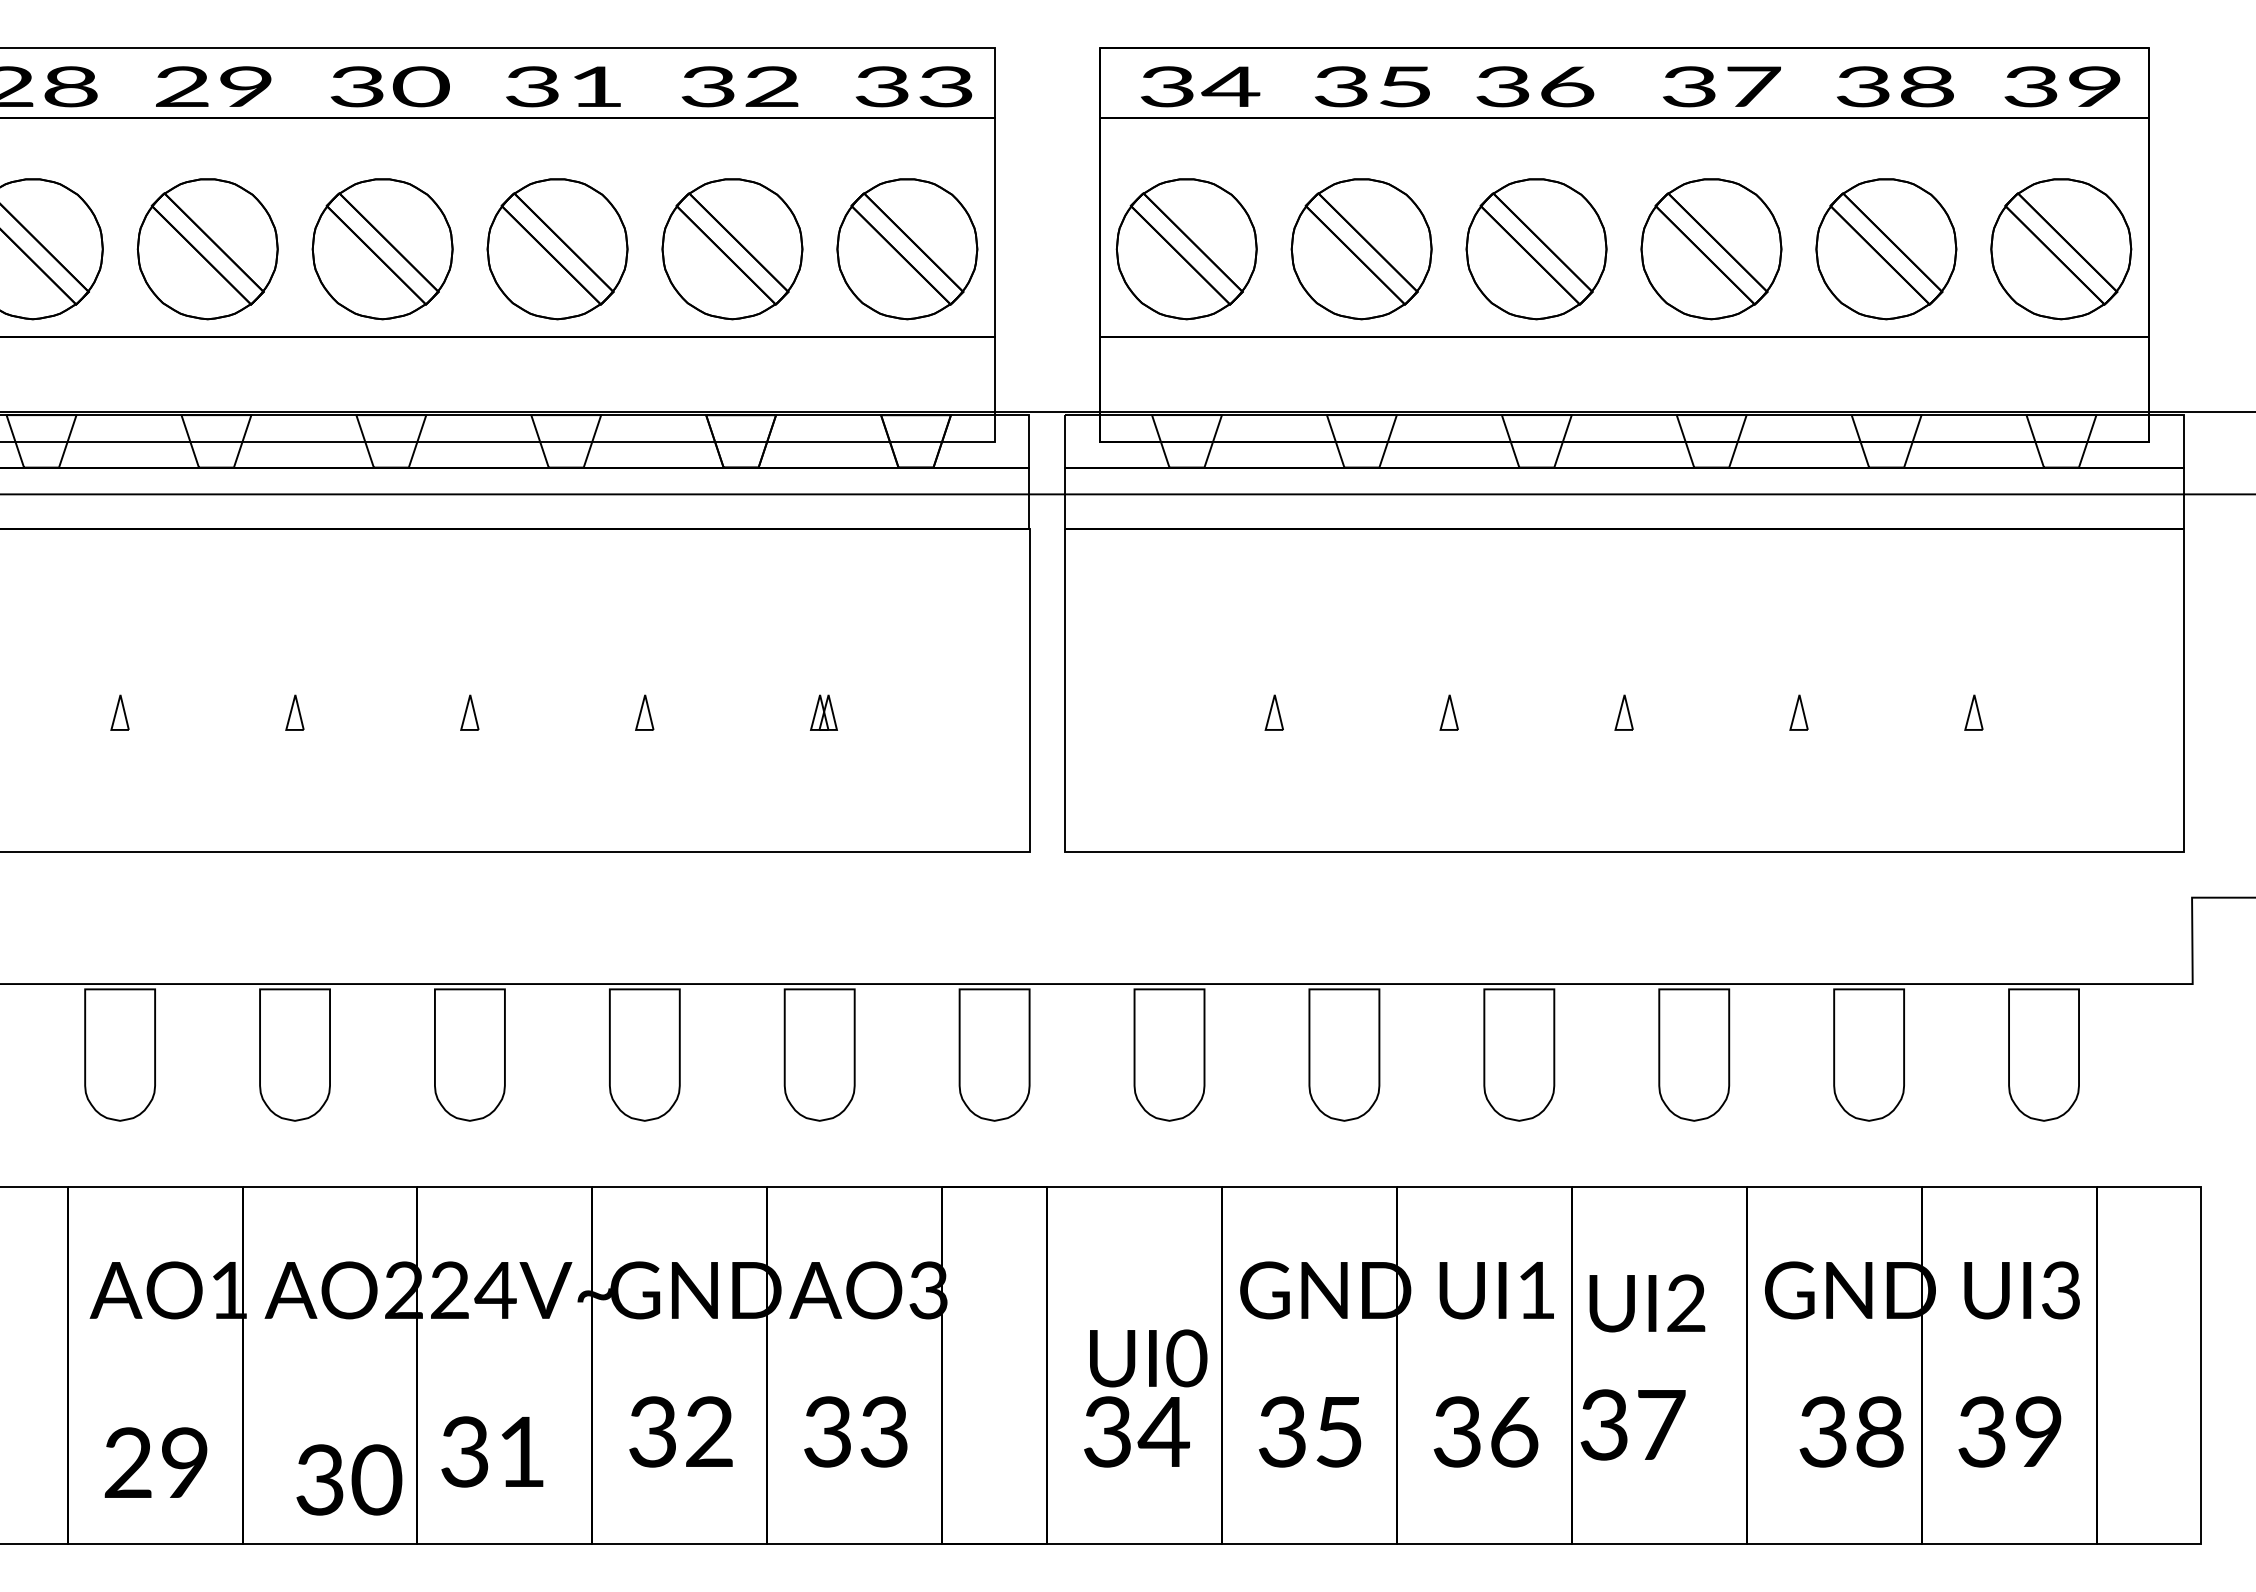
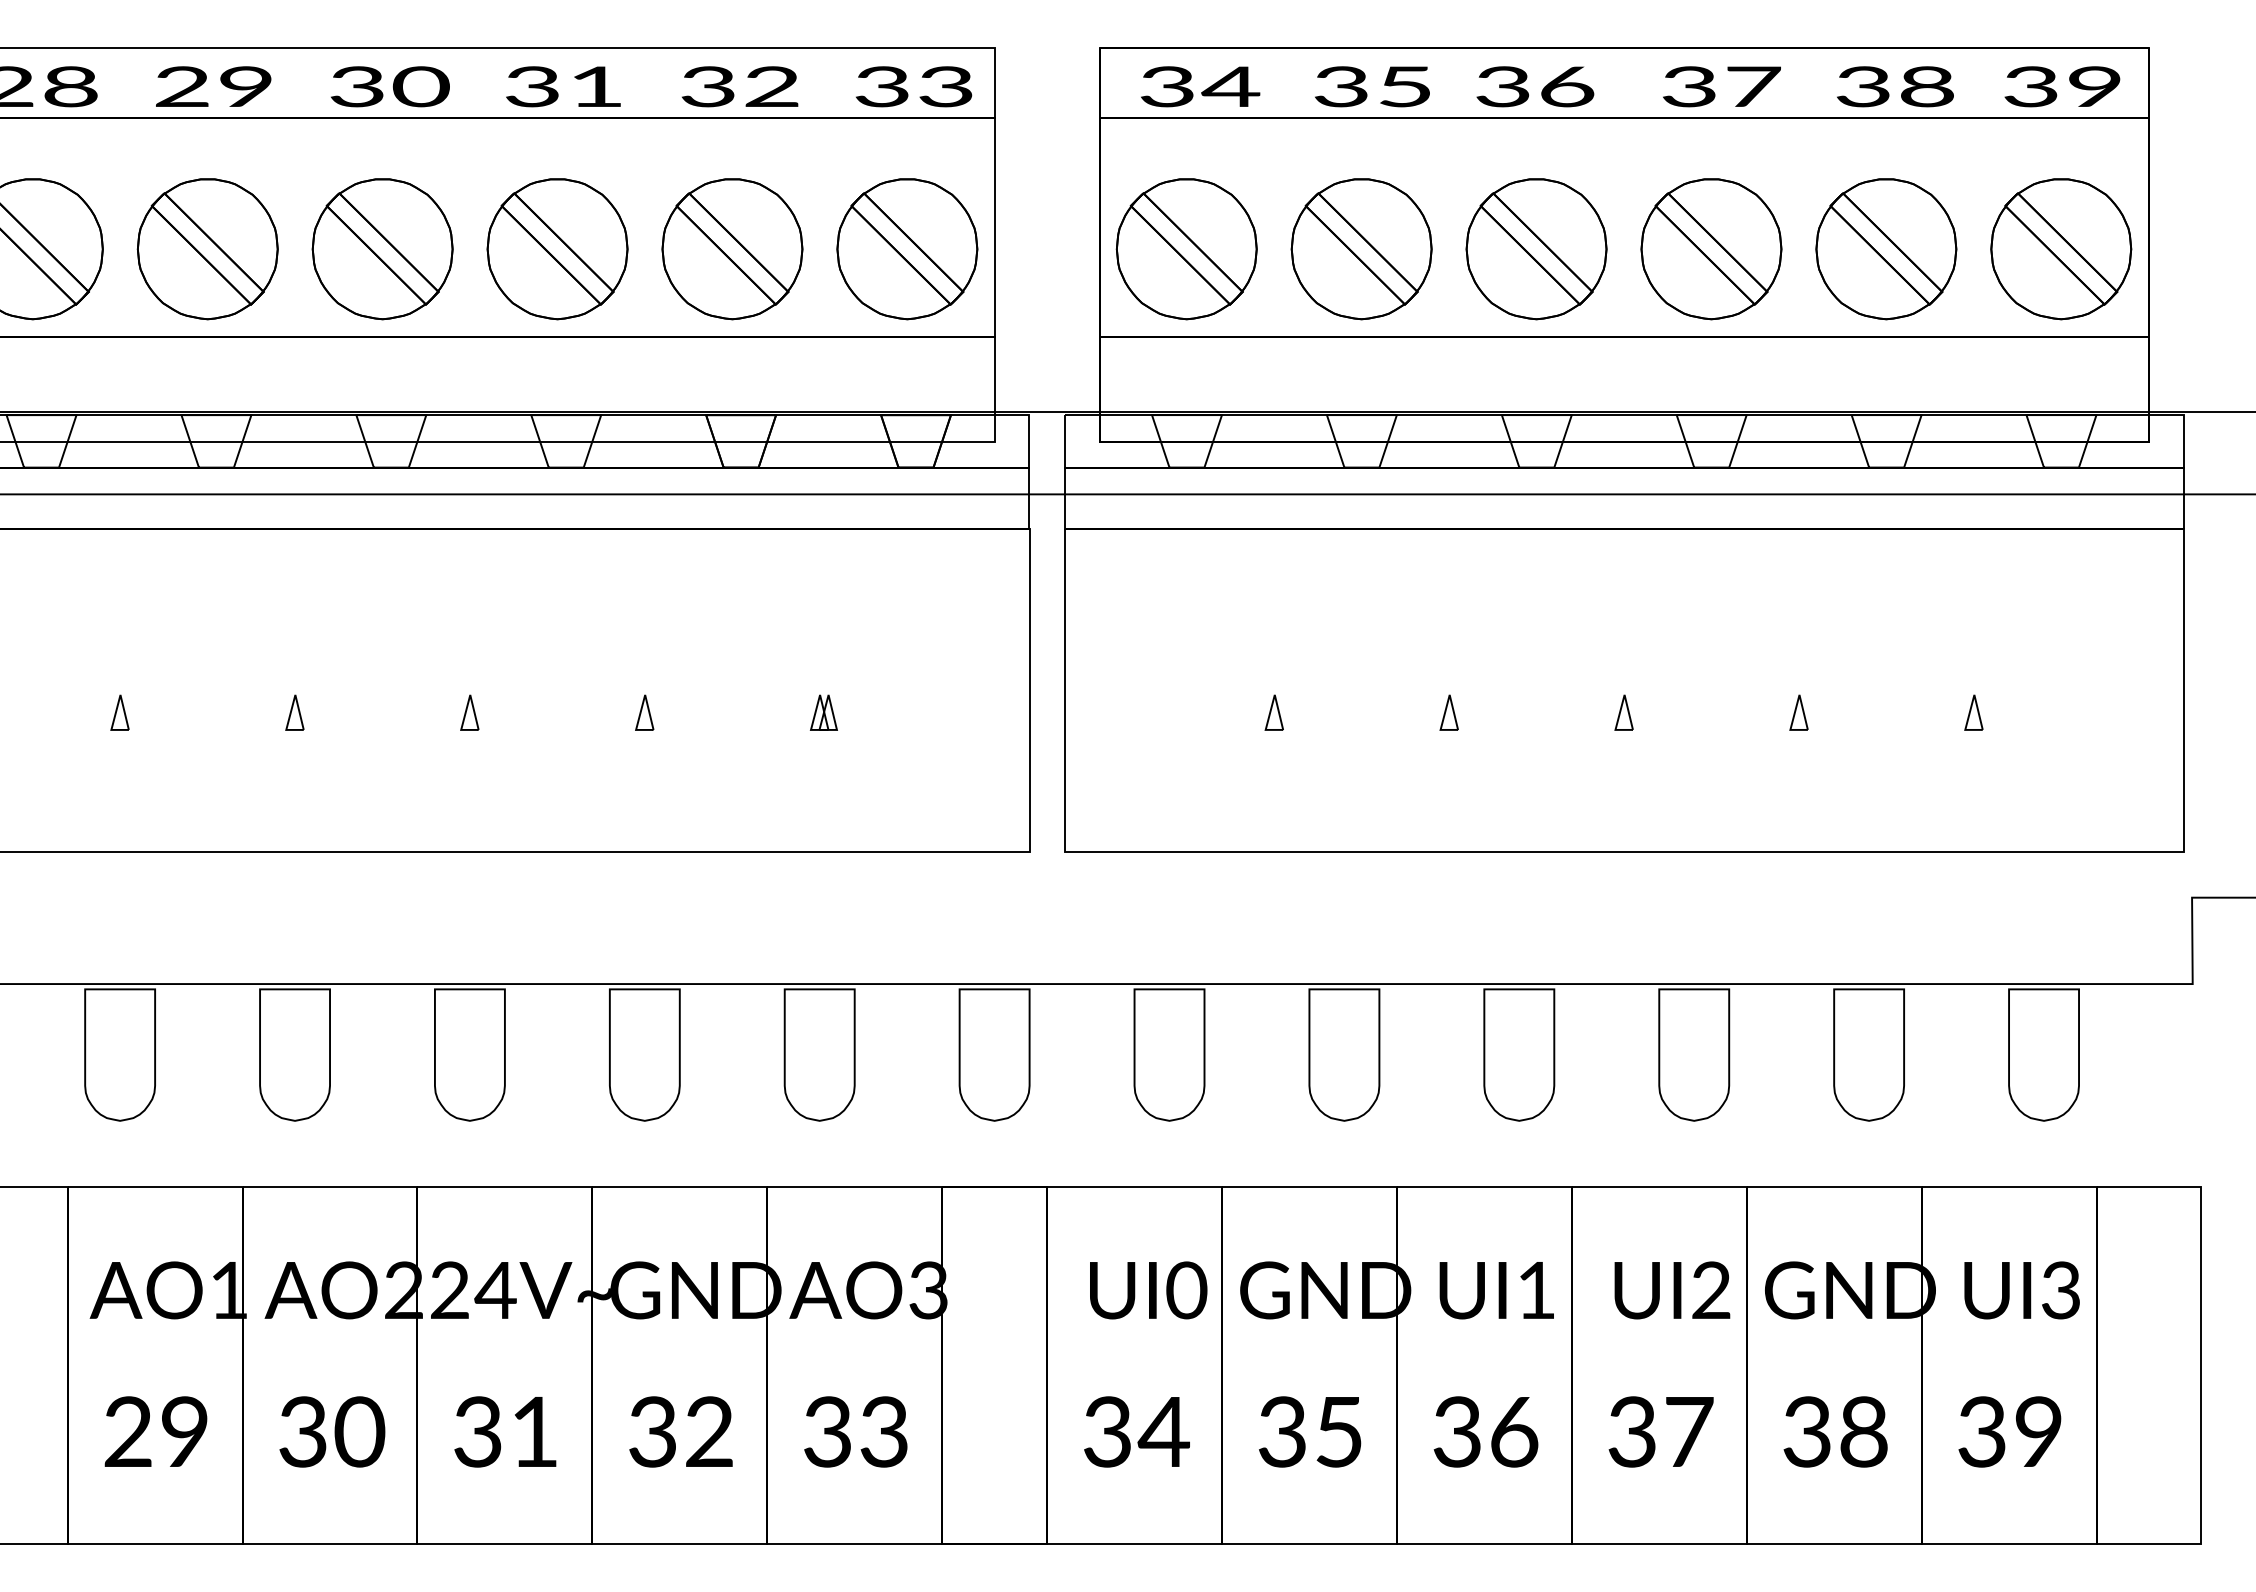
text at (1647, 1303) position: (1647, 1303) -> (1672, 1290)
text at (1148, 1358) position: (1148, 1358) -> (1148, 1290)
text at (1632, 1424) position: (1632, 1424) -> (1660, 1431)
text at (1851, 1431) position: (1851, 1431) -> (1835, 1431)
text at (492, 1451) position: (492, 1451) -> (505, 1431)
text at (155, 1462) position: (155, 1462) -> (155, 1431)
text at (349, 1479) position: (349, 1479) -> (332, 1431)
